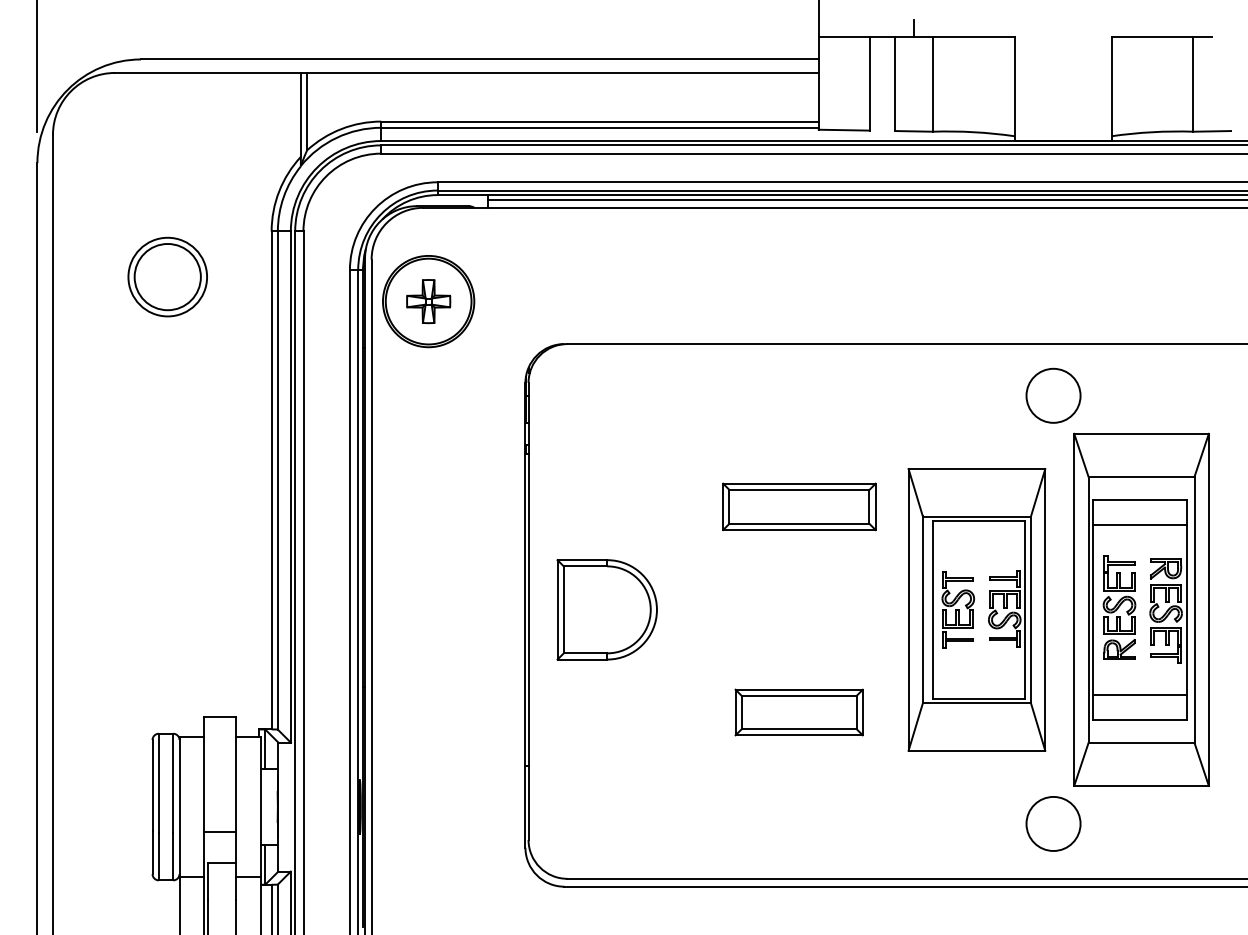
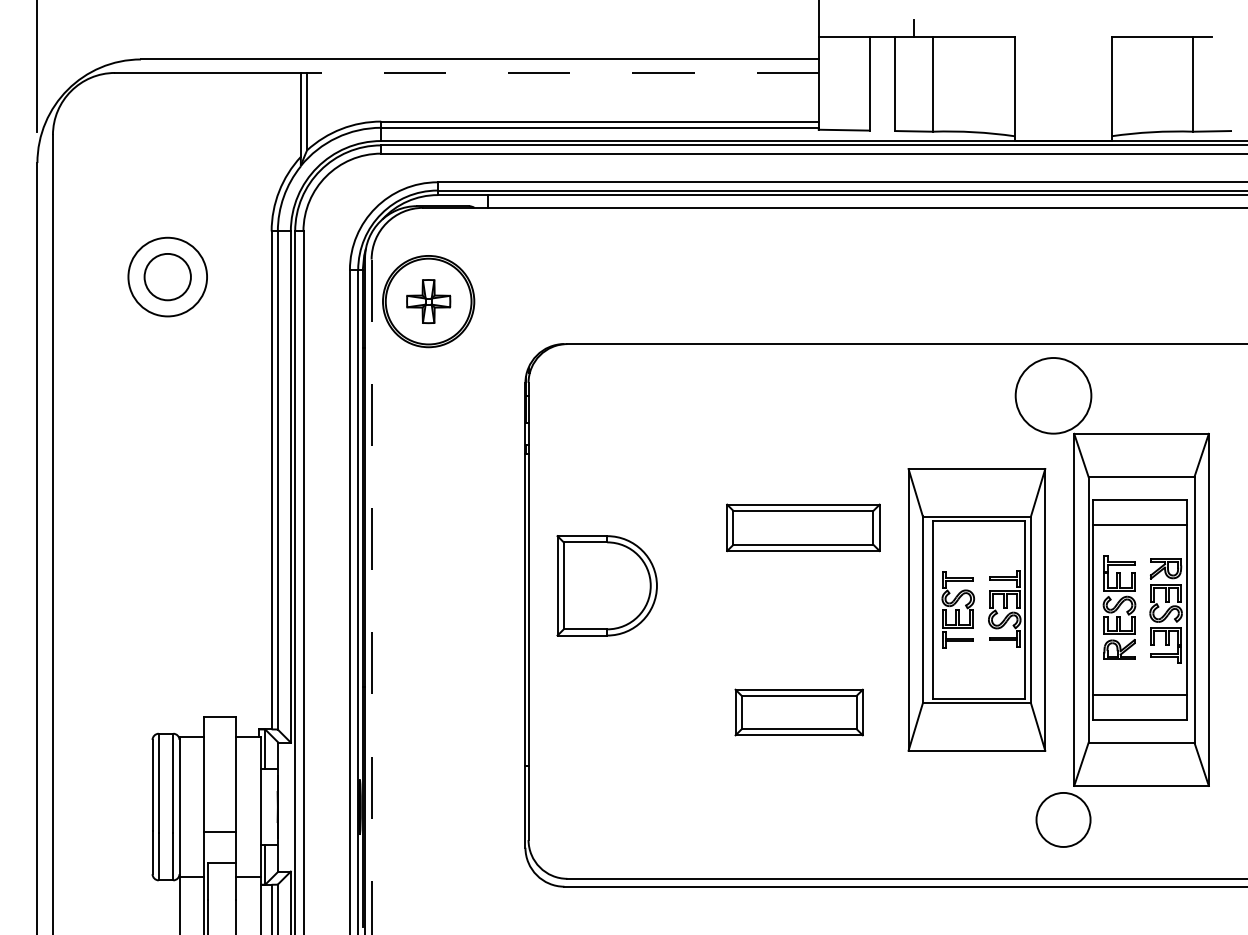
line at (562, 72): solid -> dashed
line at (866, 200): present -> none
circle at (167, 277) diameter: 66 px -> 46 px
circle at (1053, 395) diameter: 54 px -> 76 px
part at (799, 506) position: (799, 506) -> (803, 527)
line at (371, 597): solid -> dashed
part at (606, 609) position: (606, 609) -> (606, 585)
circle at (1053, 823) position: (1053, 823) -> (1063, 819)
